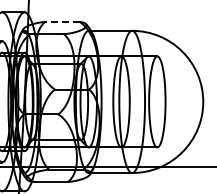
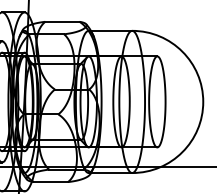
line at (61, 21): dashed -> solid
